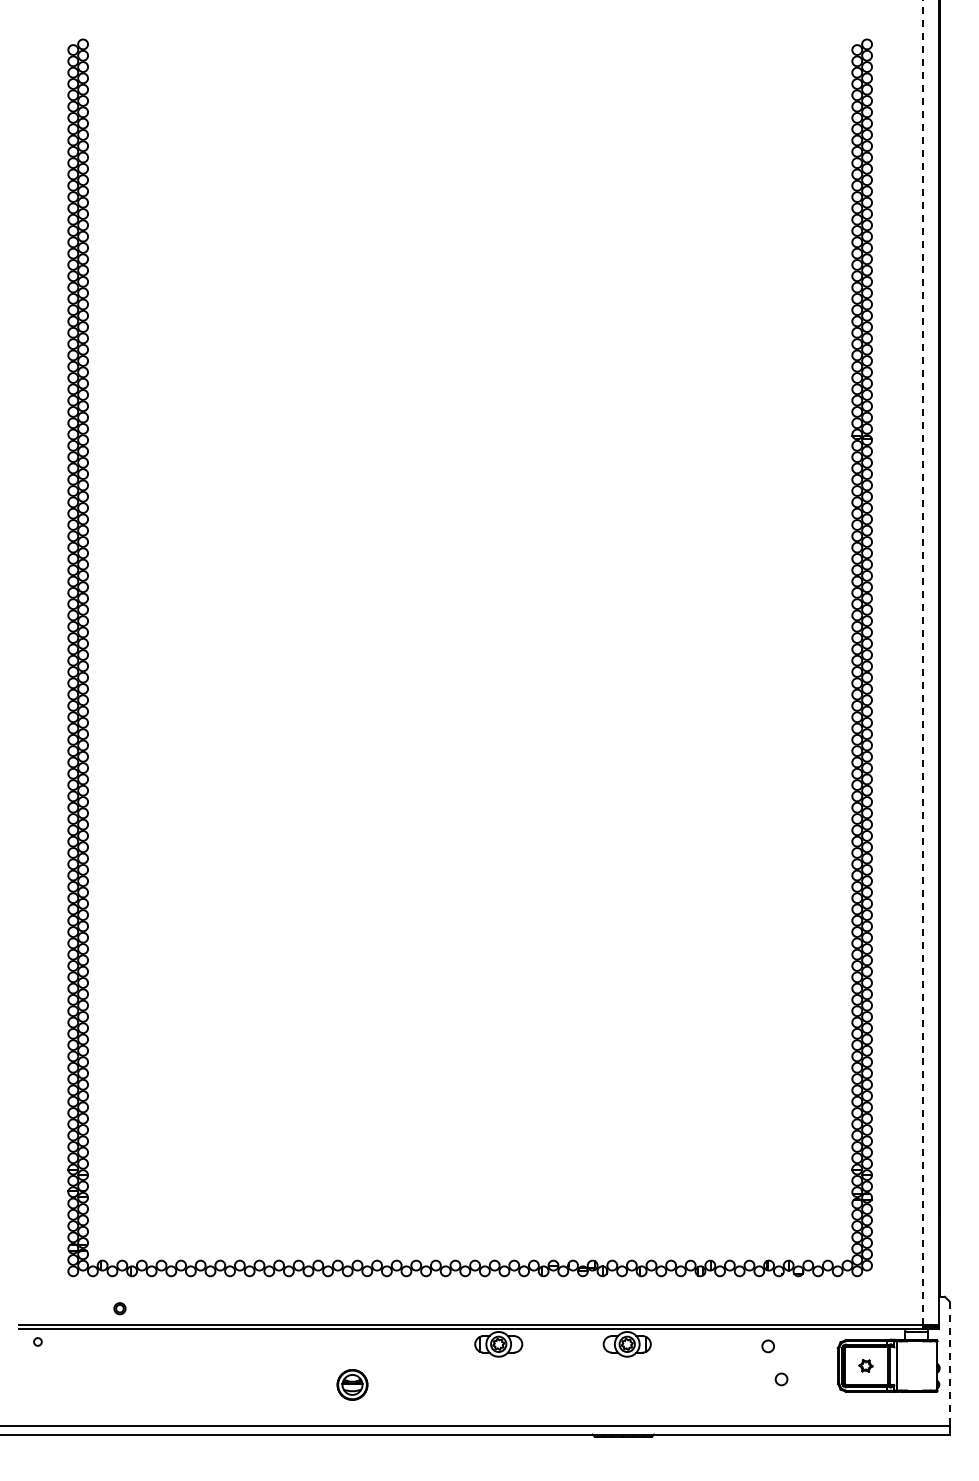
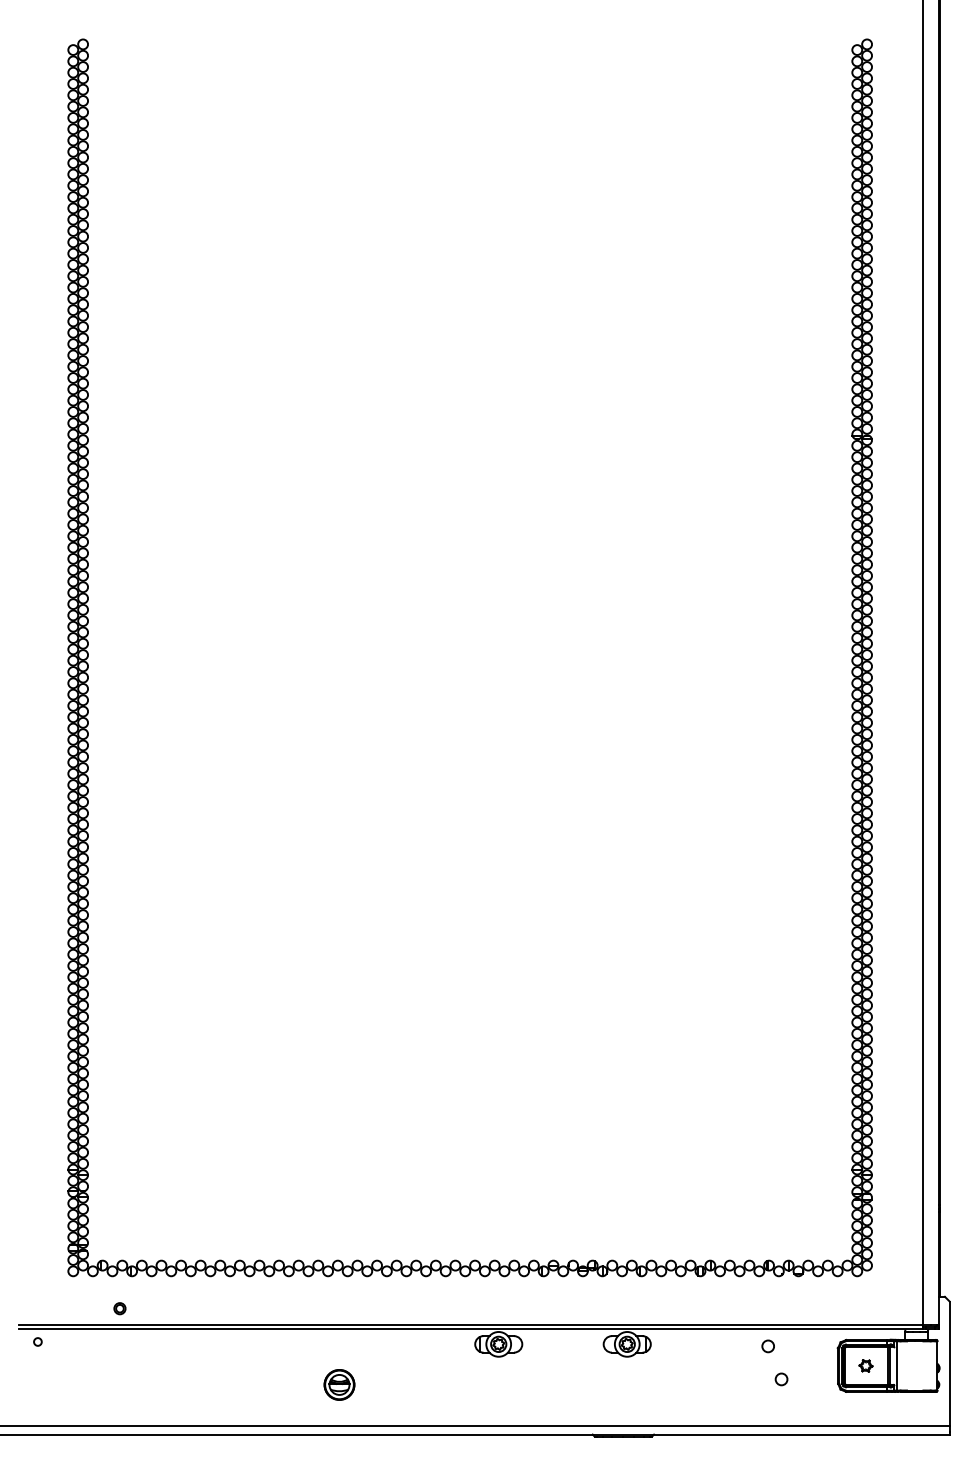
line at (922, 662): dashed -> solid
line at (949, 1364): dashed -> solid
part at (352, 1384) position: (352, 1384) -> (339, 1384)
